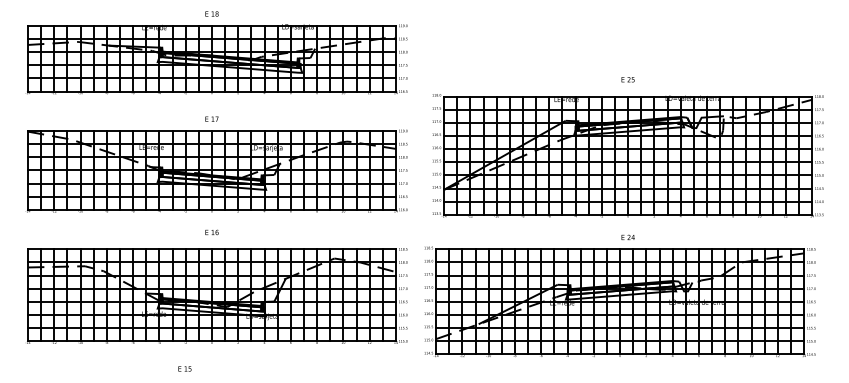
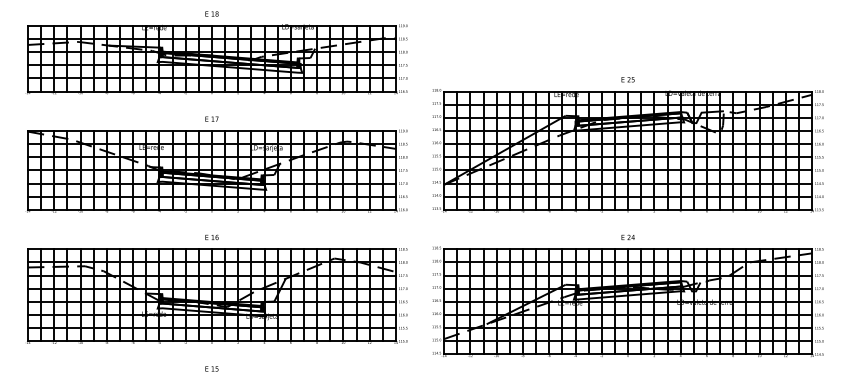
part at (627, 155) position: (627, 155) -> (627, 150)
text at (211, 232) position: (211, 232) -> (211, 237)
part at (619, 301) position: (619, 301) -> (627, 301)
text at (184, 368) position: (184, 368) -> (211, 368)
